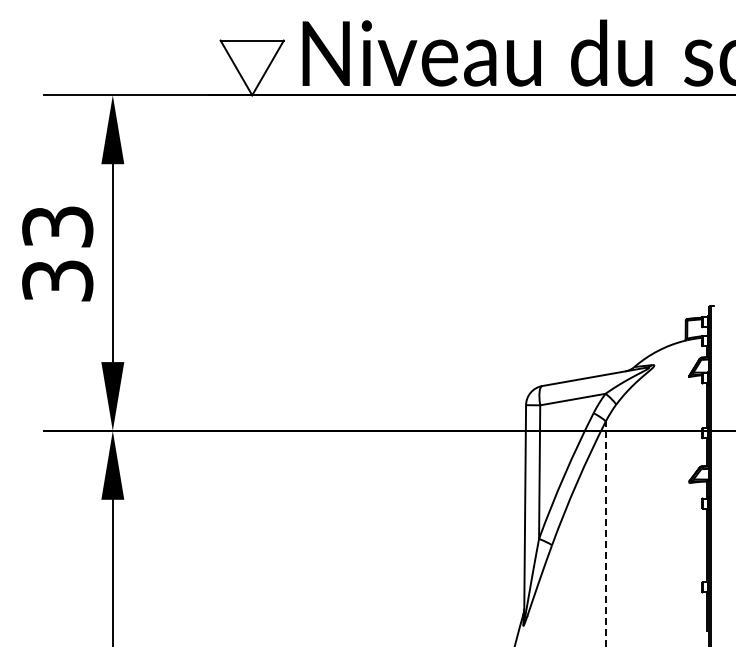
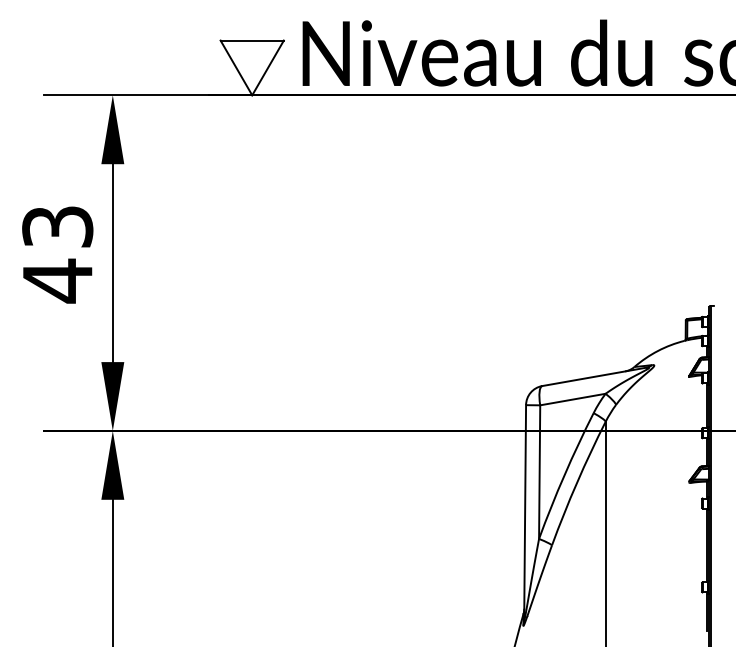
text at (57, 280): 33 -> 43
line at (605, 533): dashed -> solid
